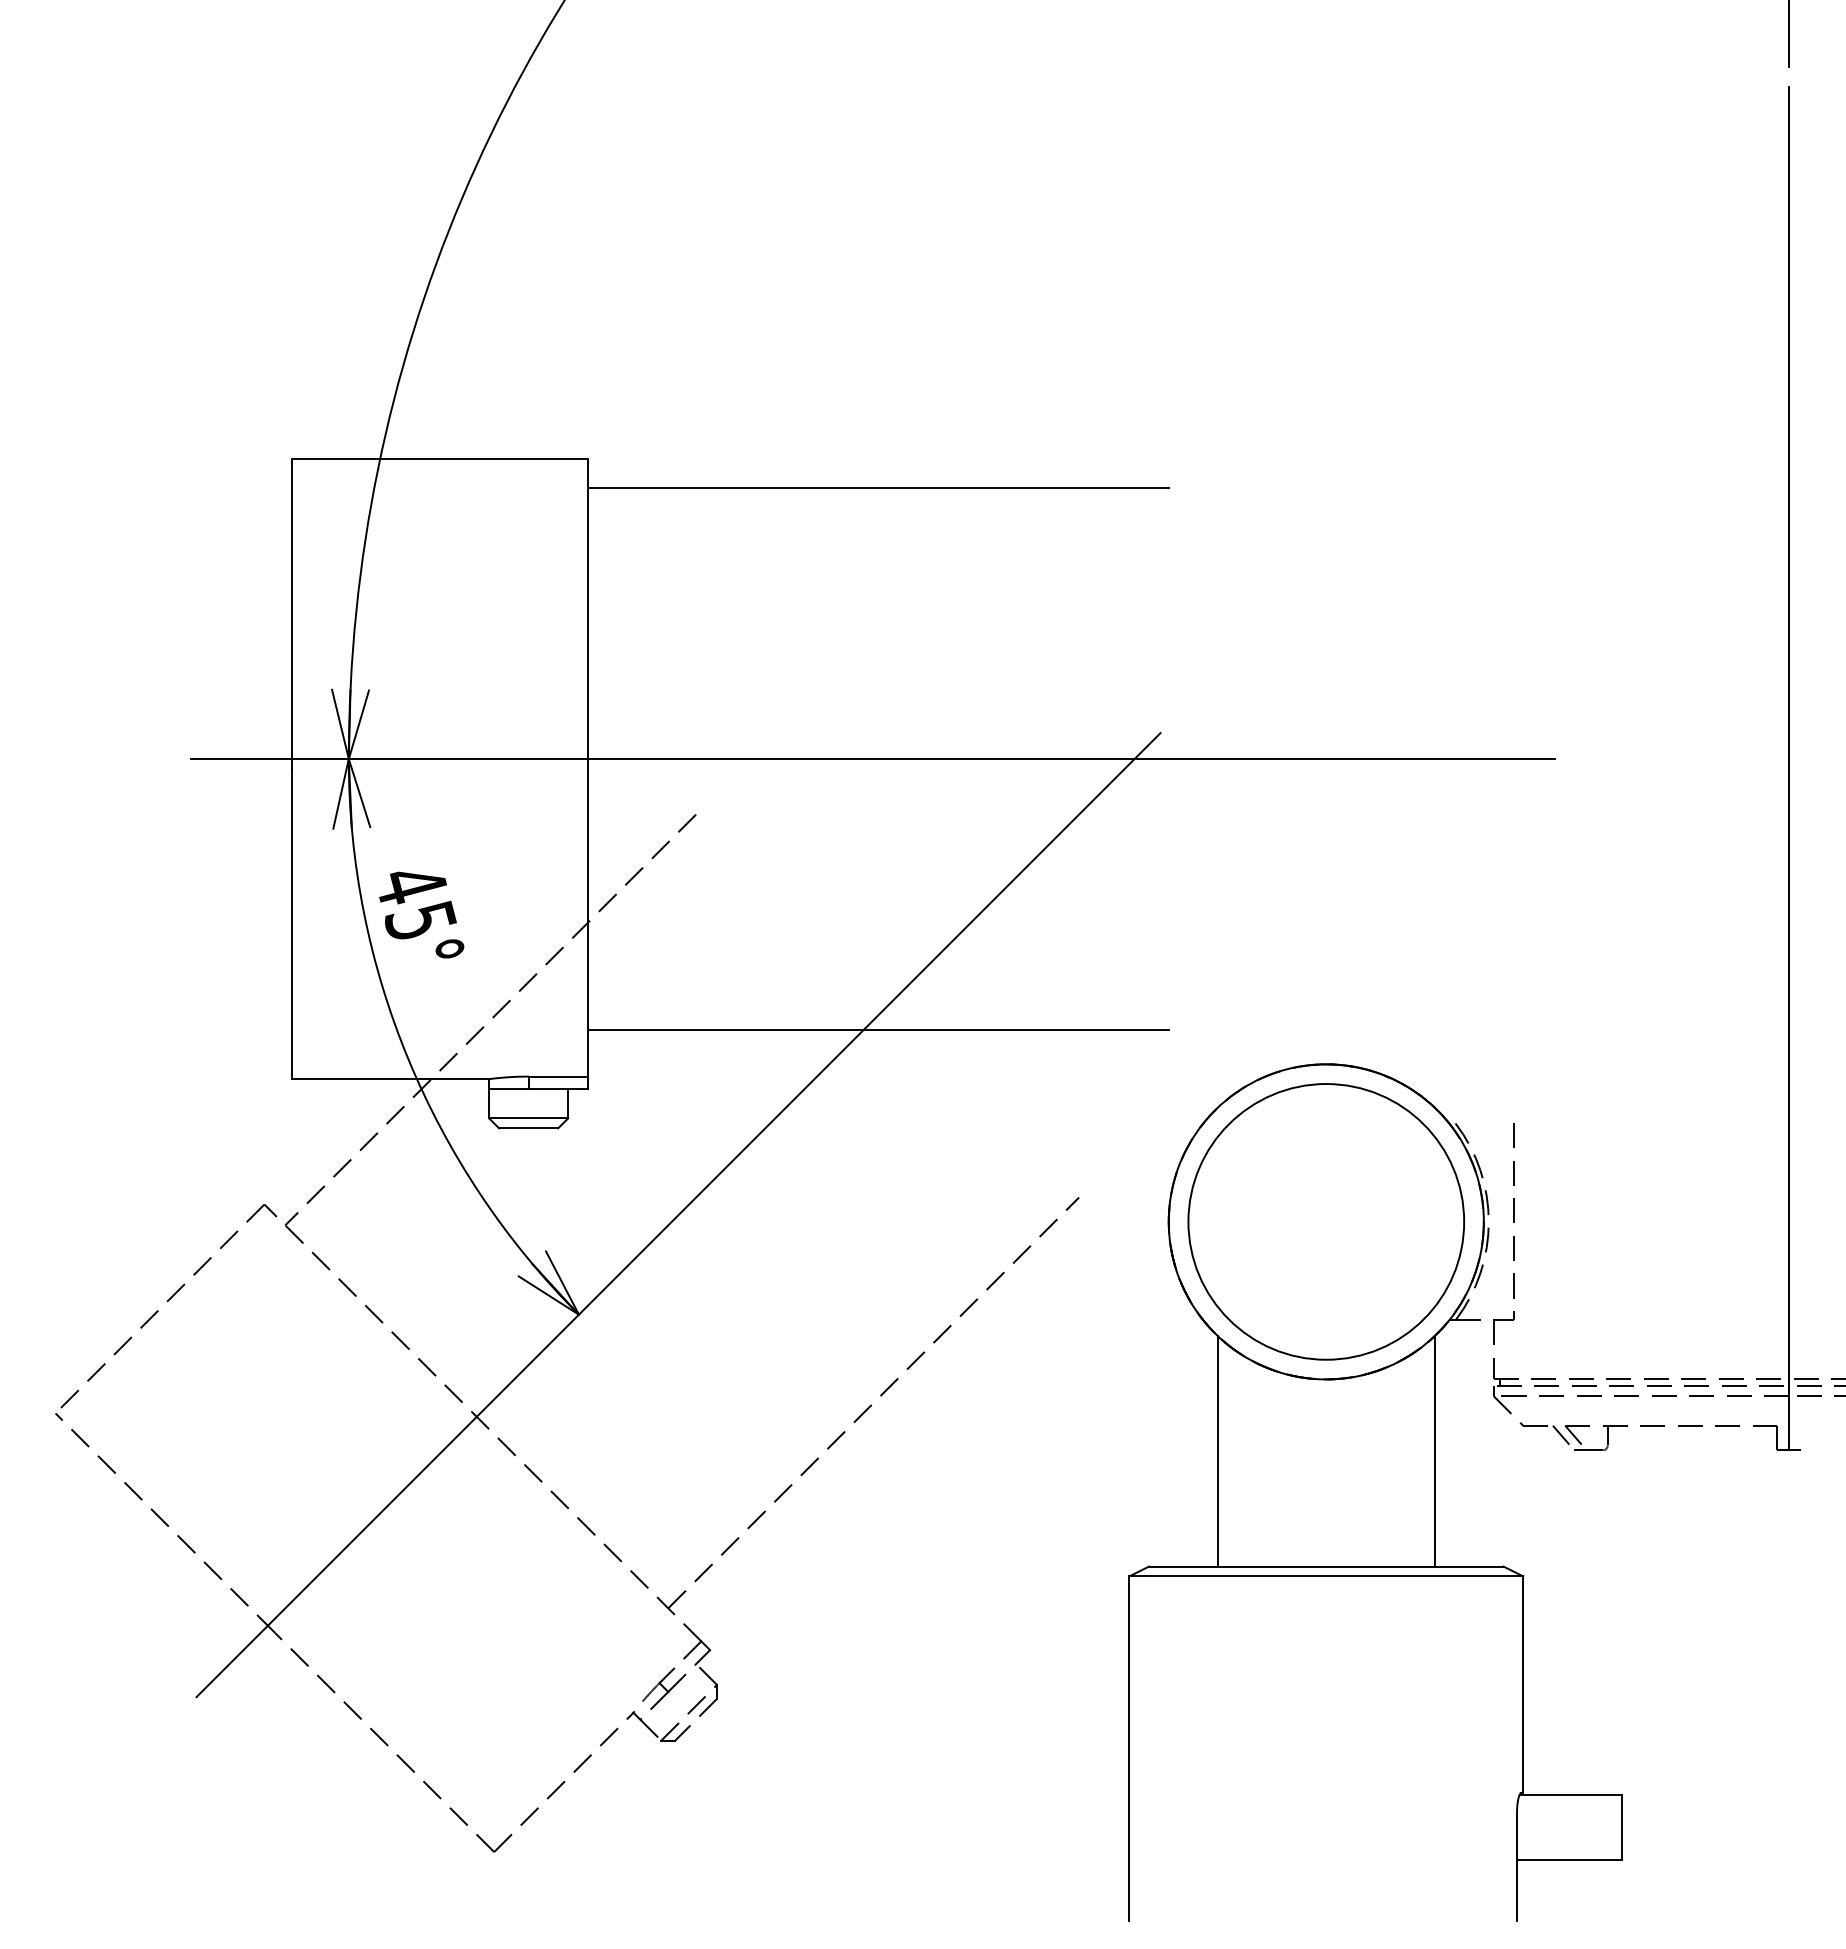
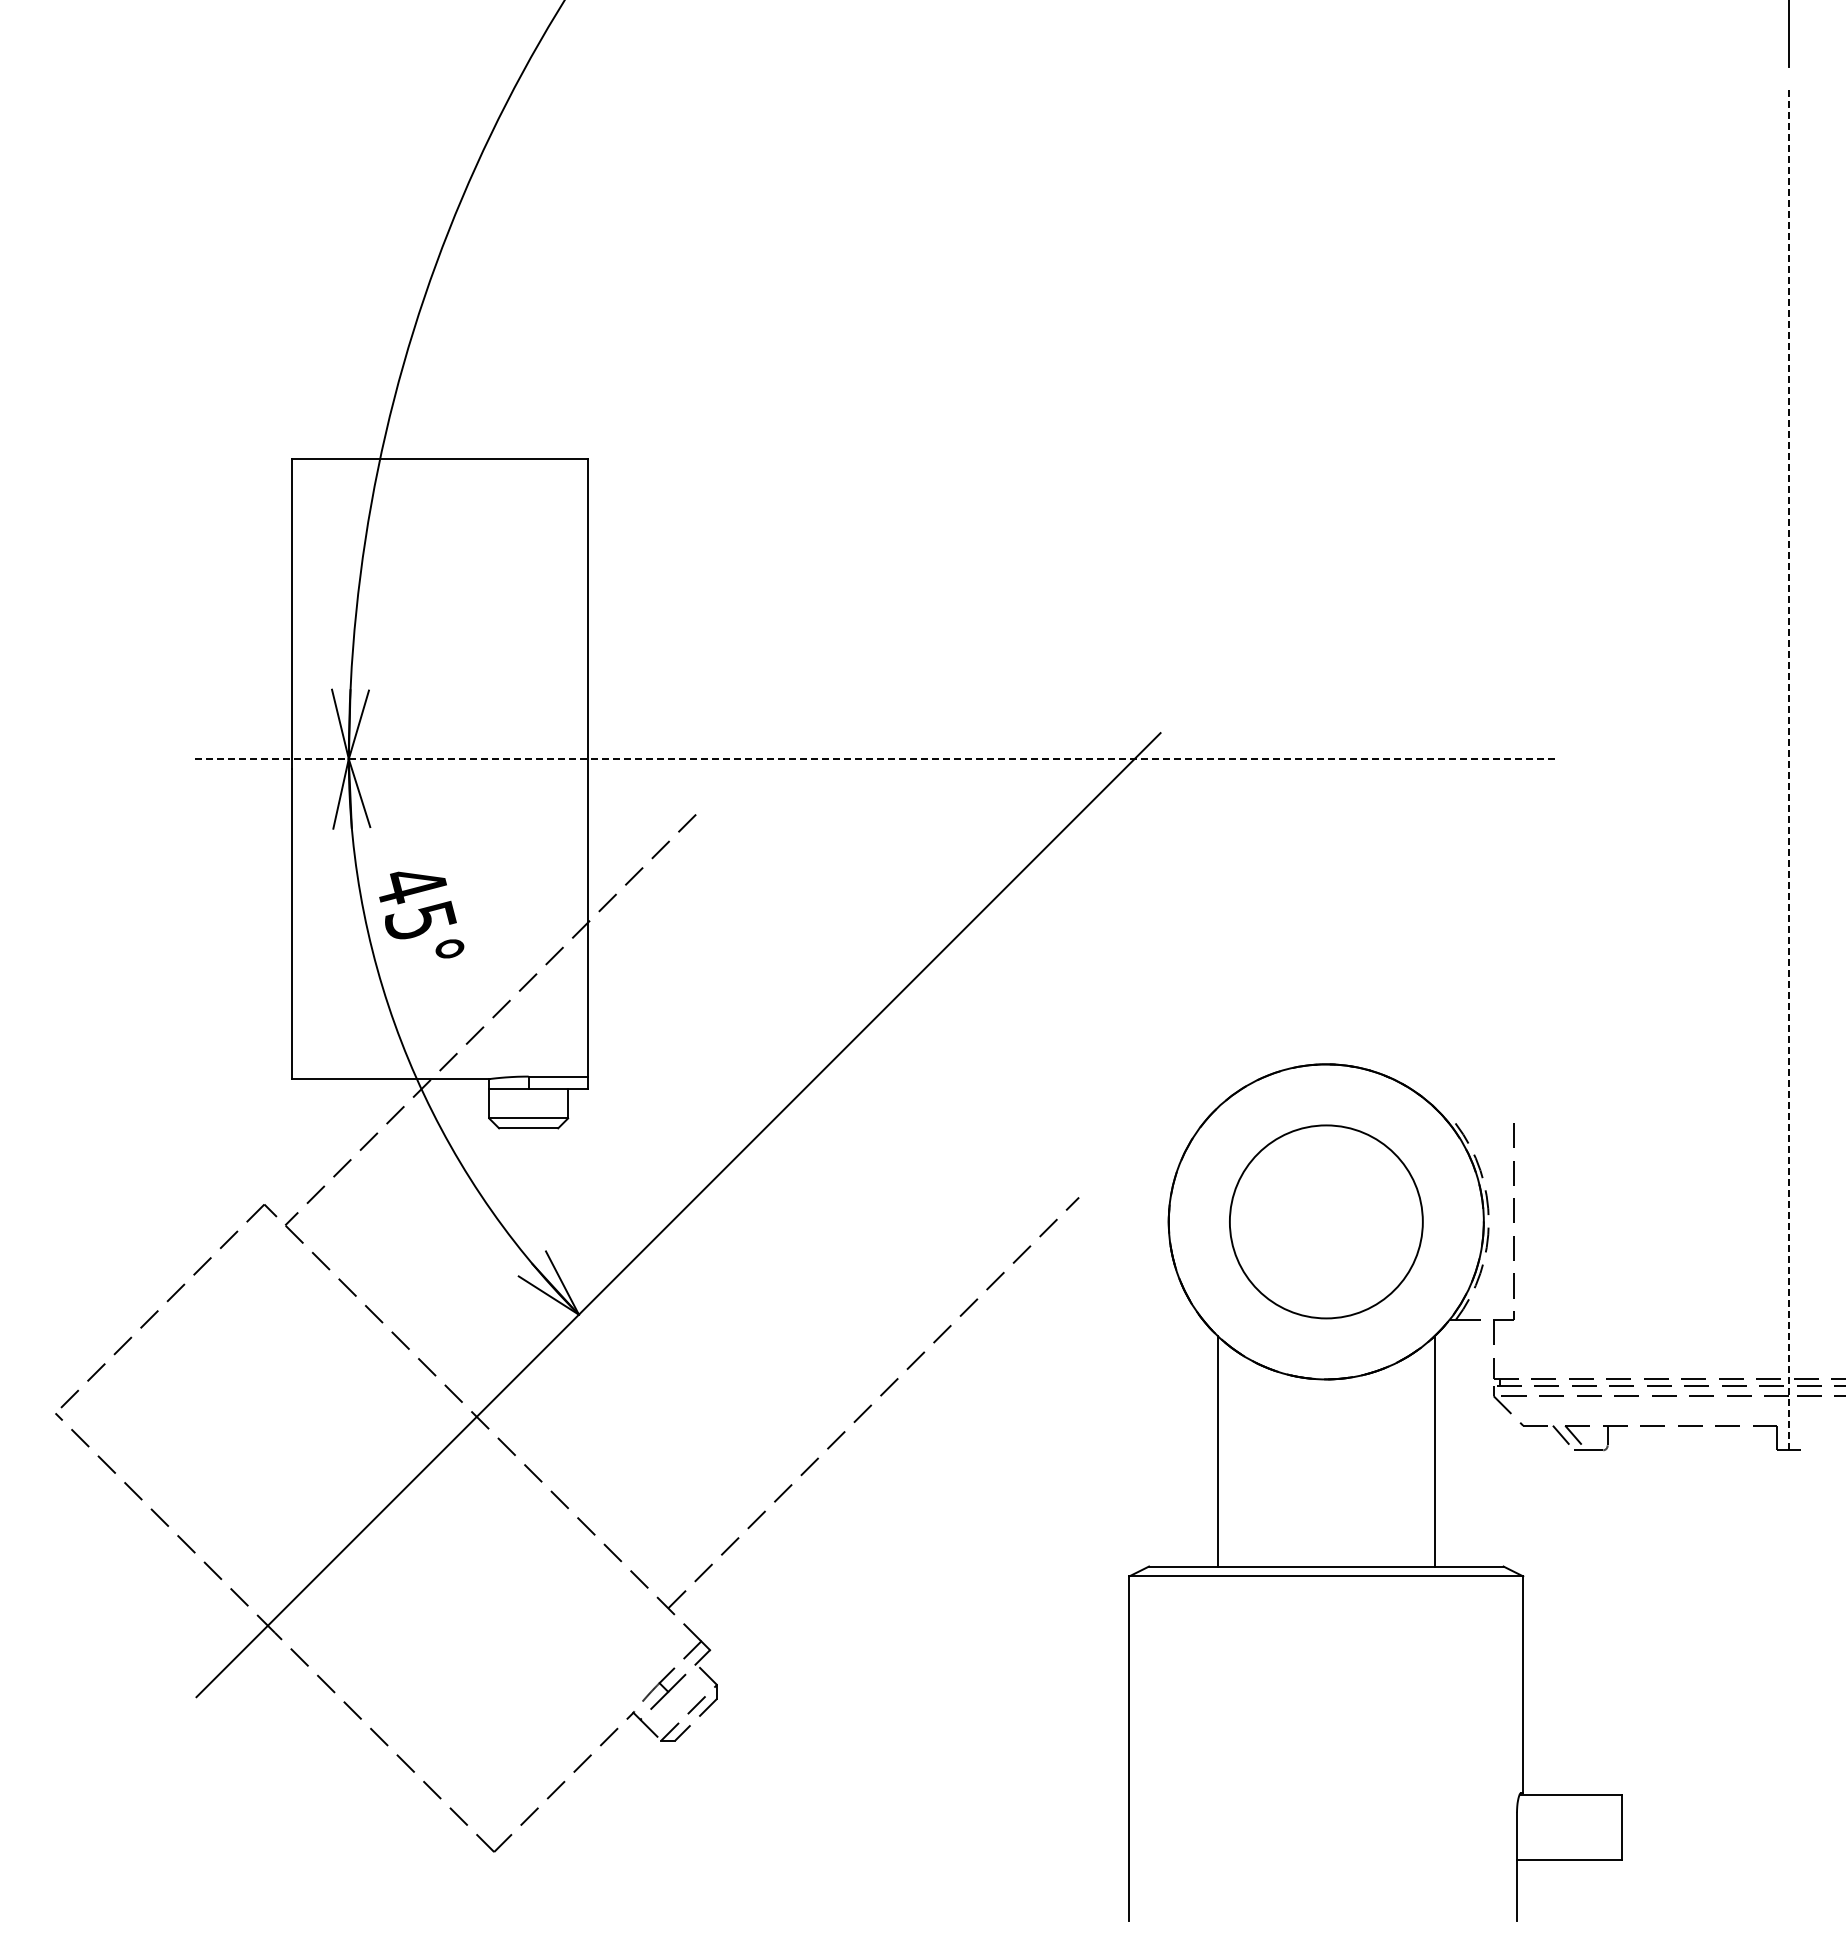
line at (877, 488): present -> none
line at (873, 759): solid -> dashed
line at (1789, 768): solid -> dashed
line at (877, 1029): present -> none
circle at (1326, 1221) size: 279x278 px -> 195x196 px
